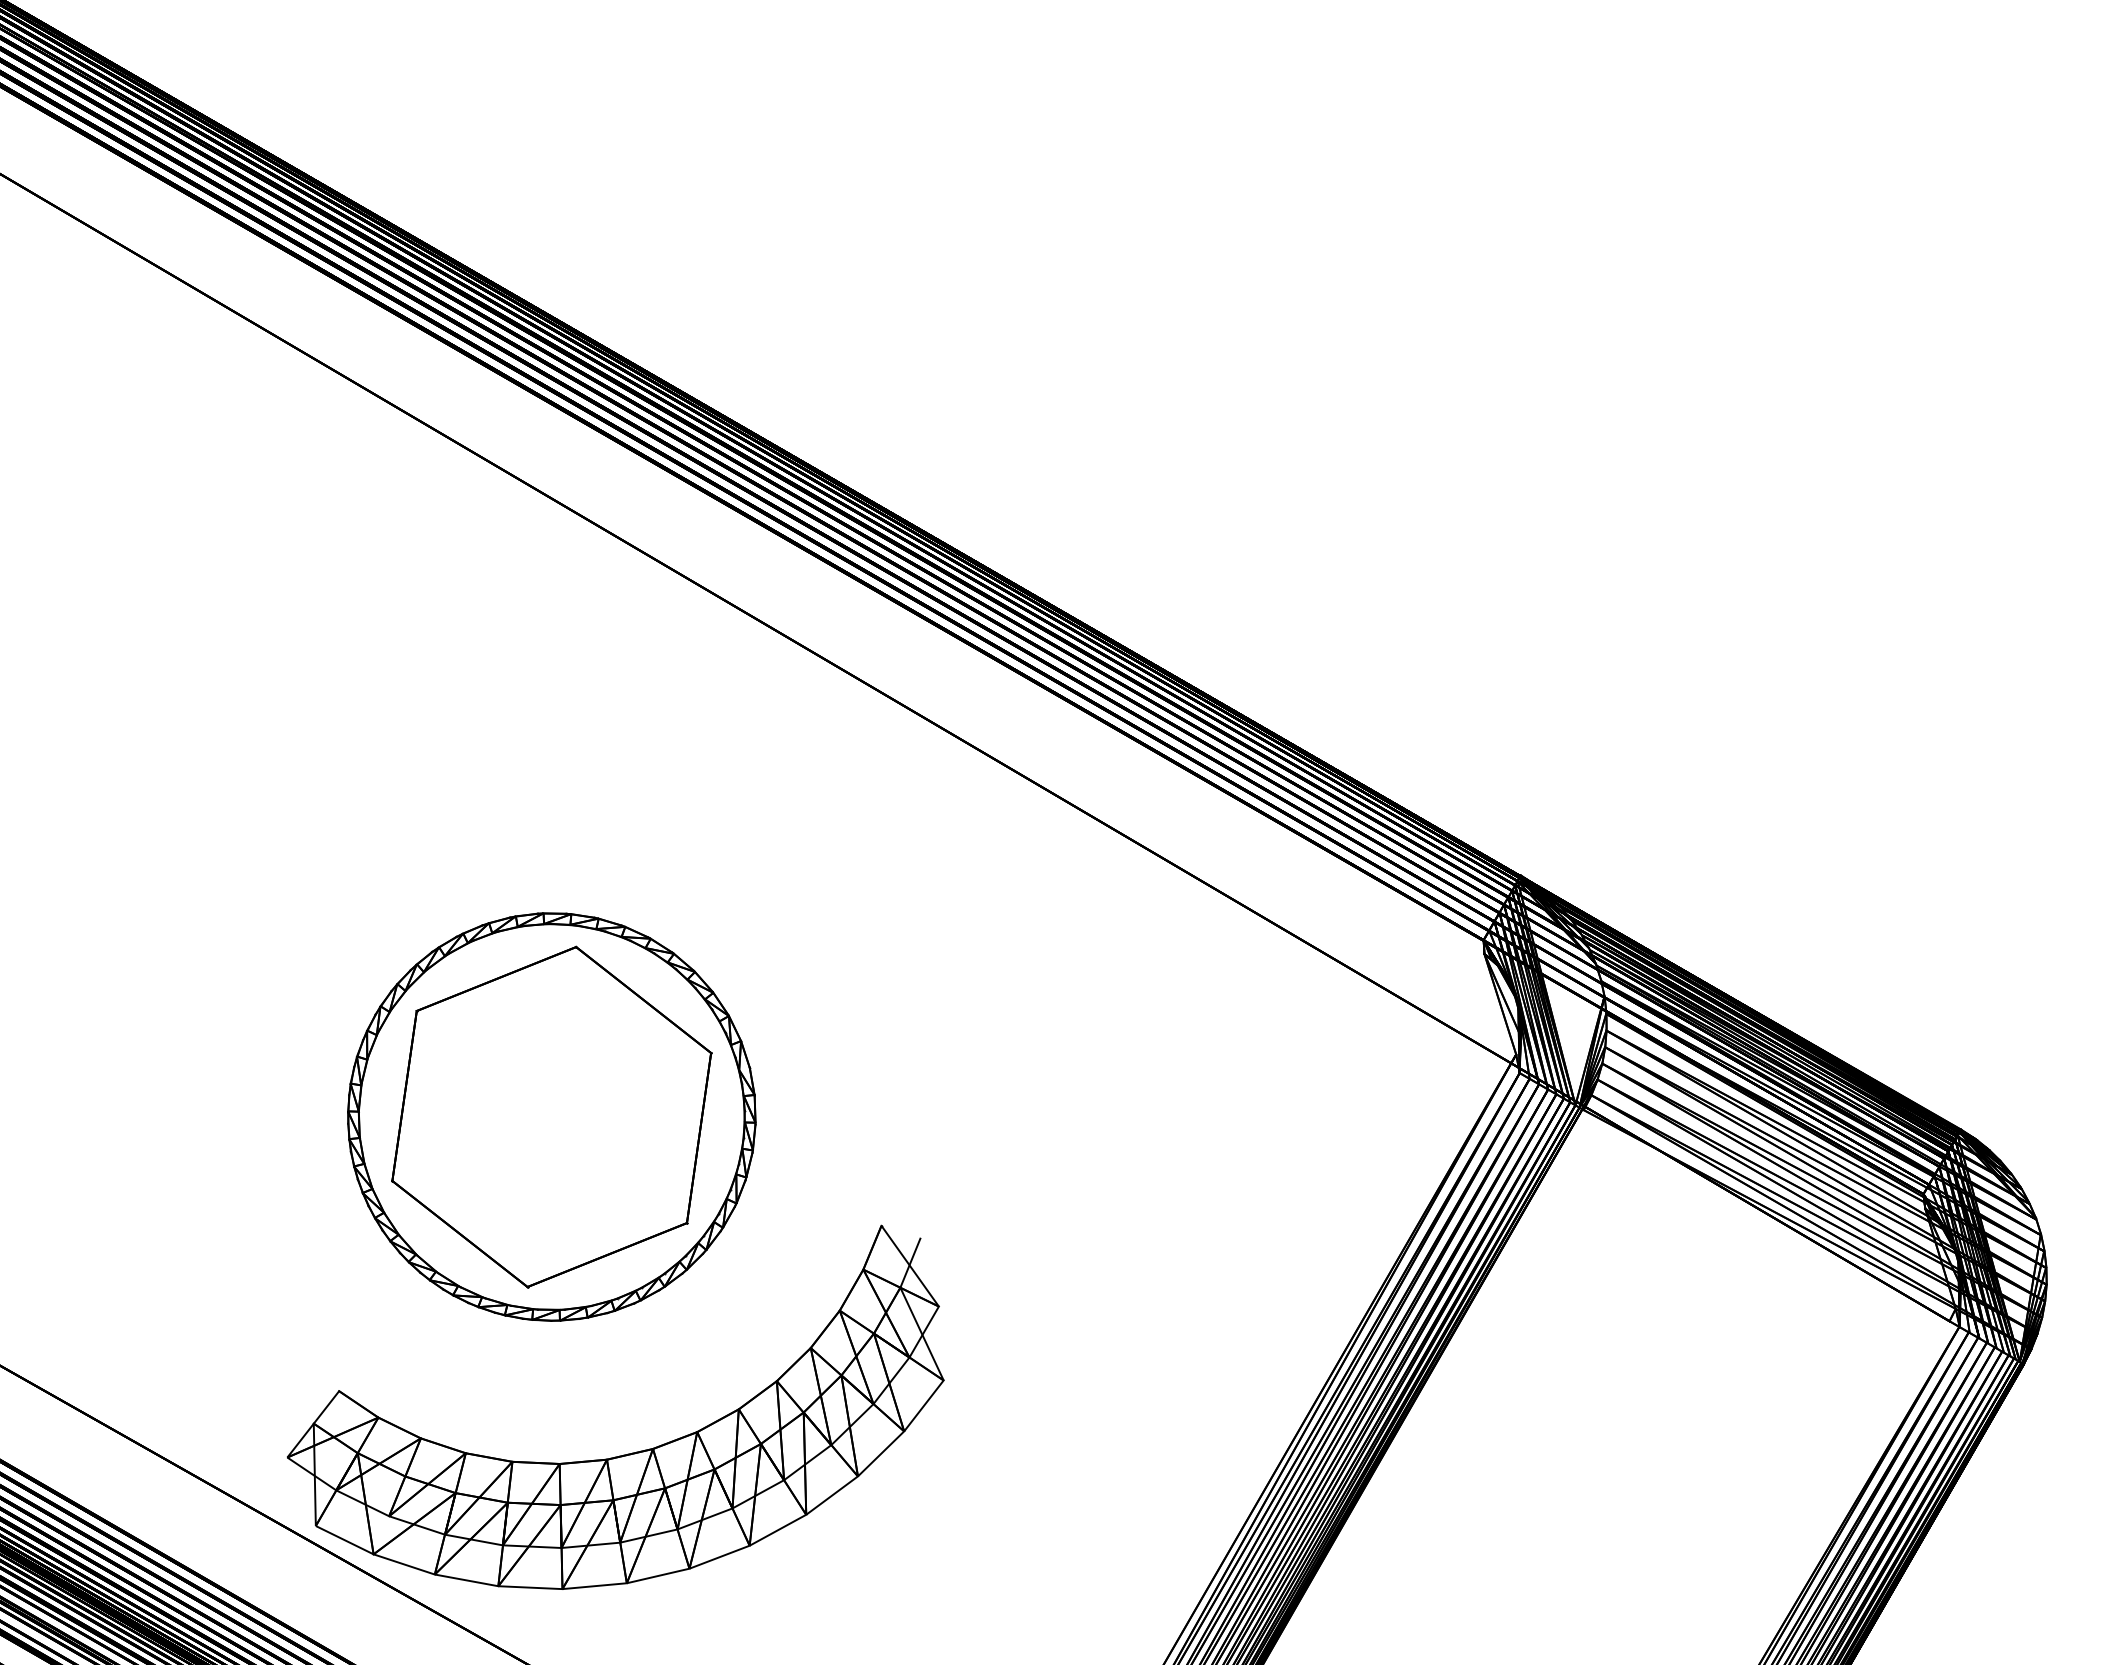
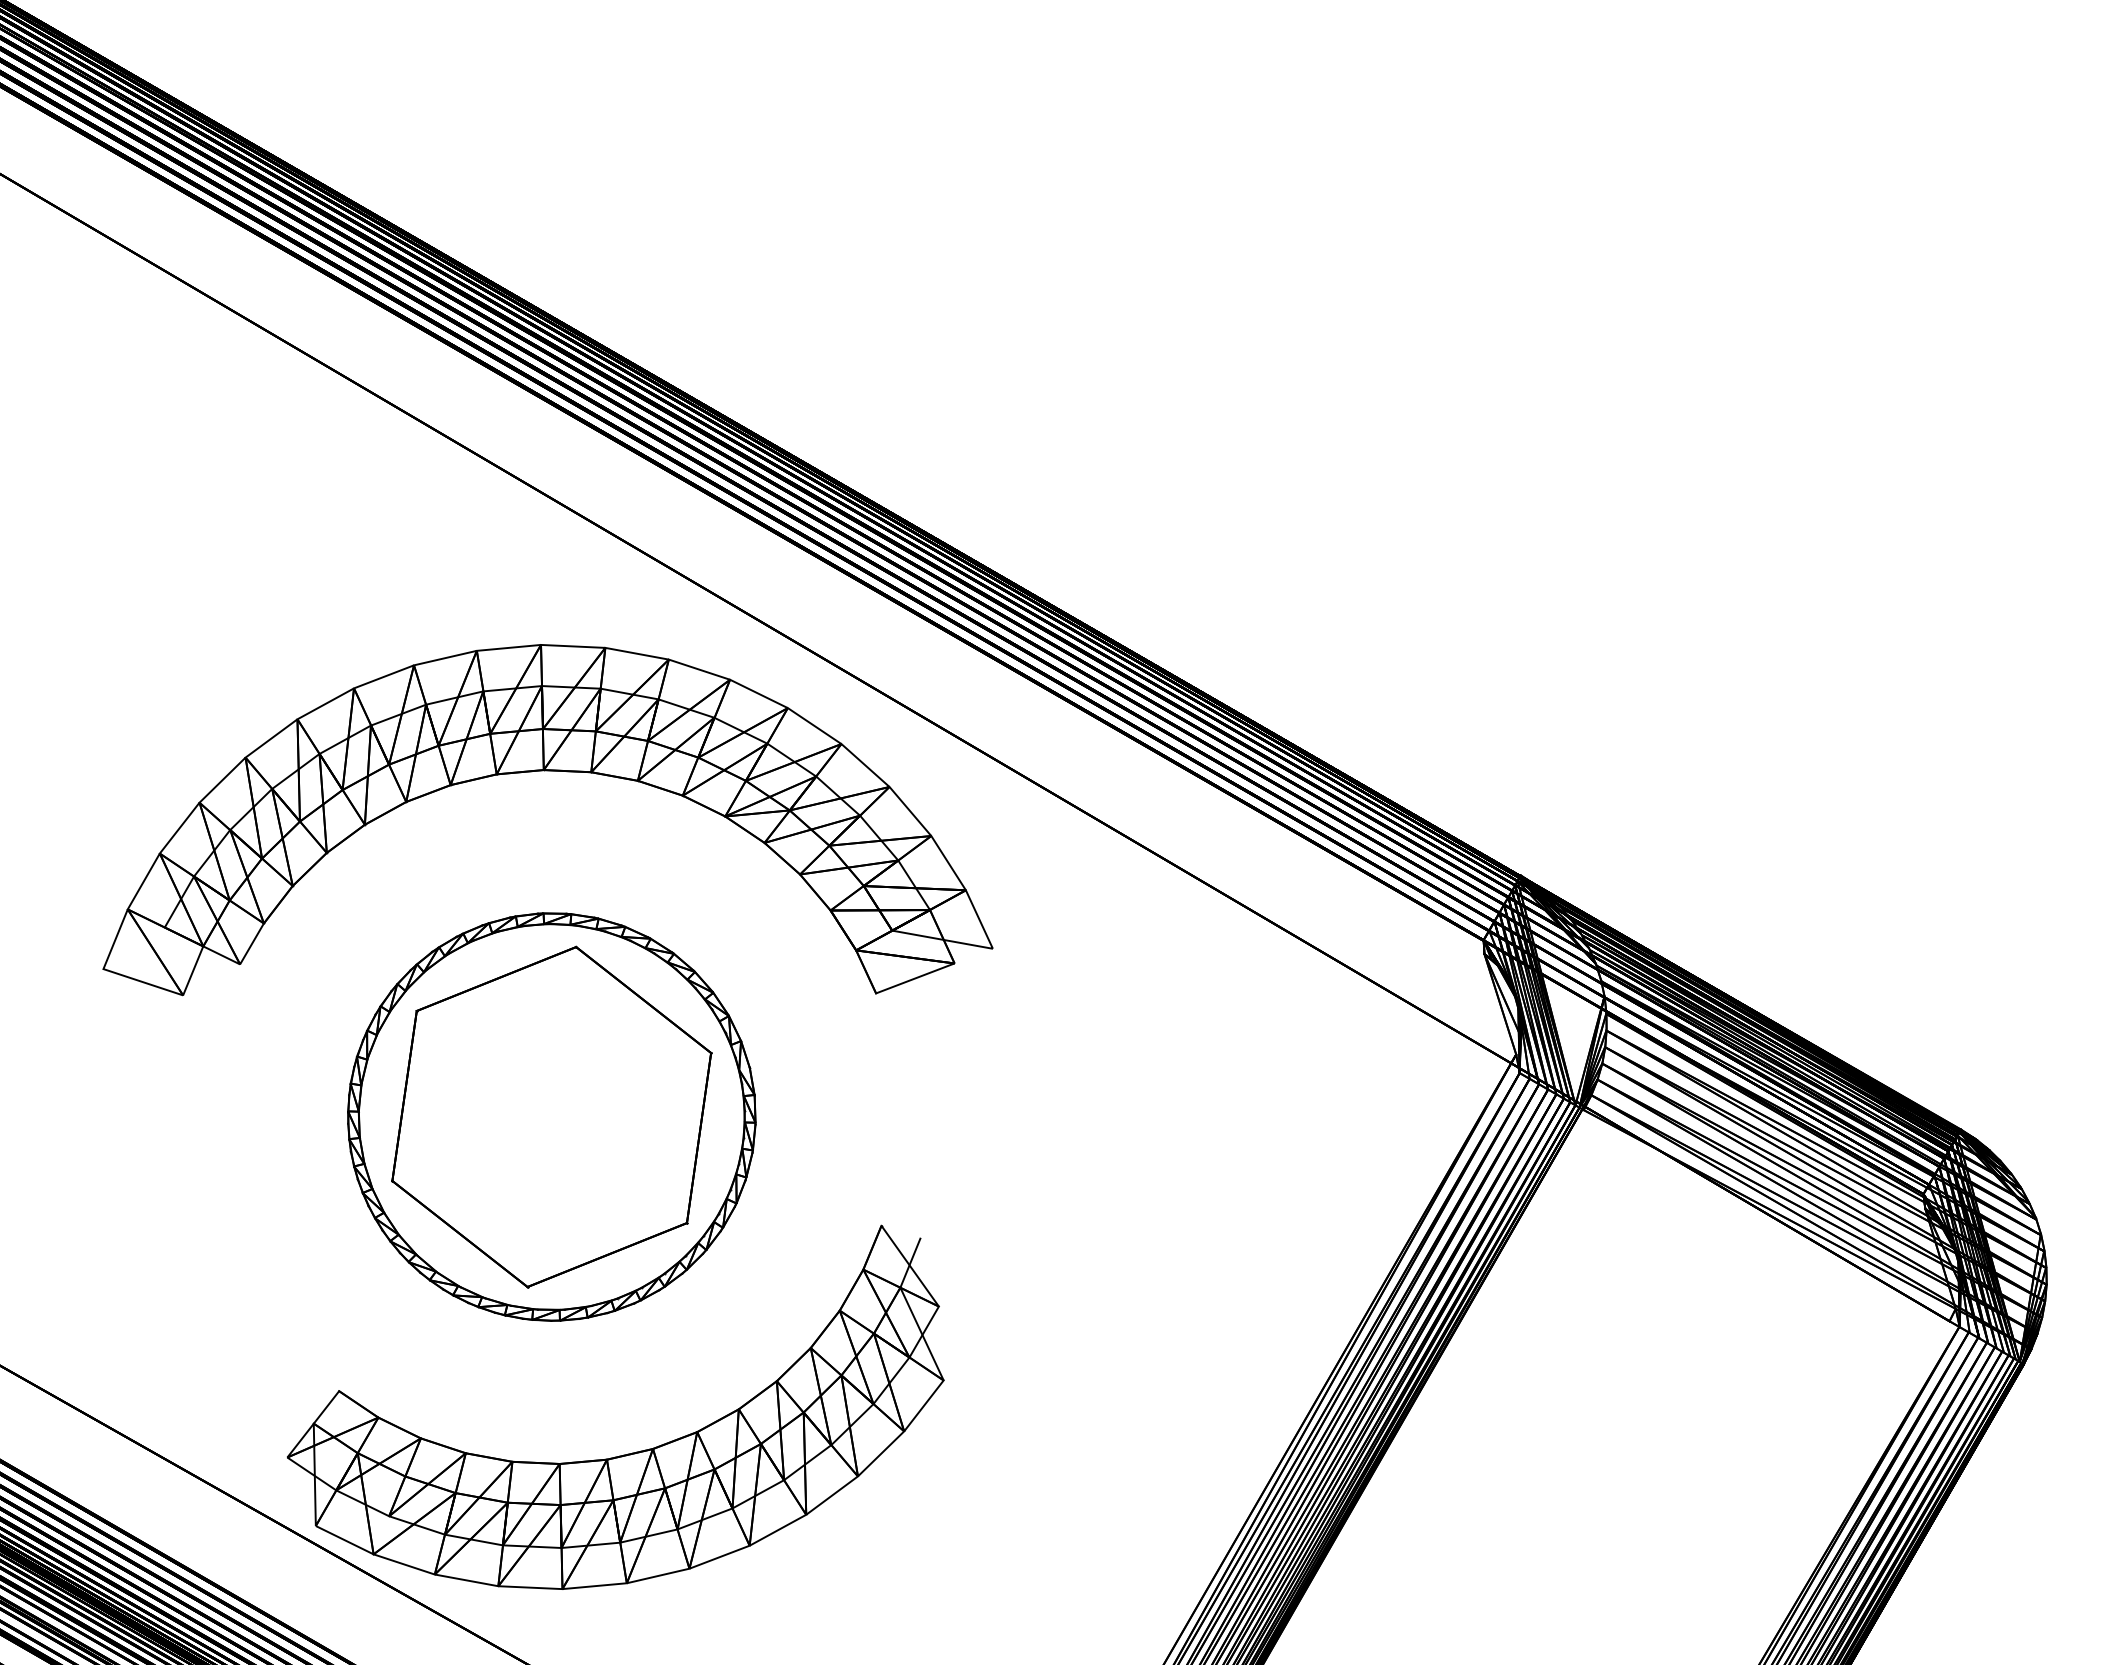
part at (547, 771): none -> present
